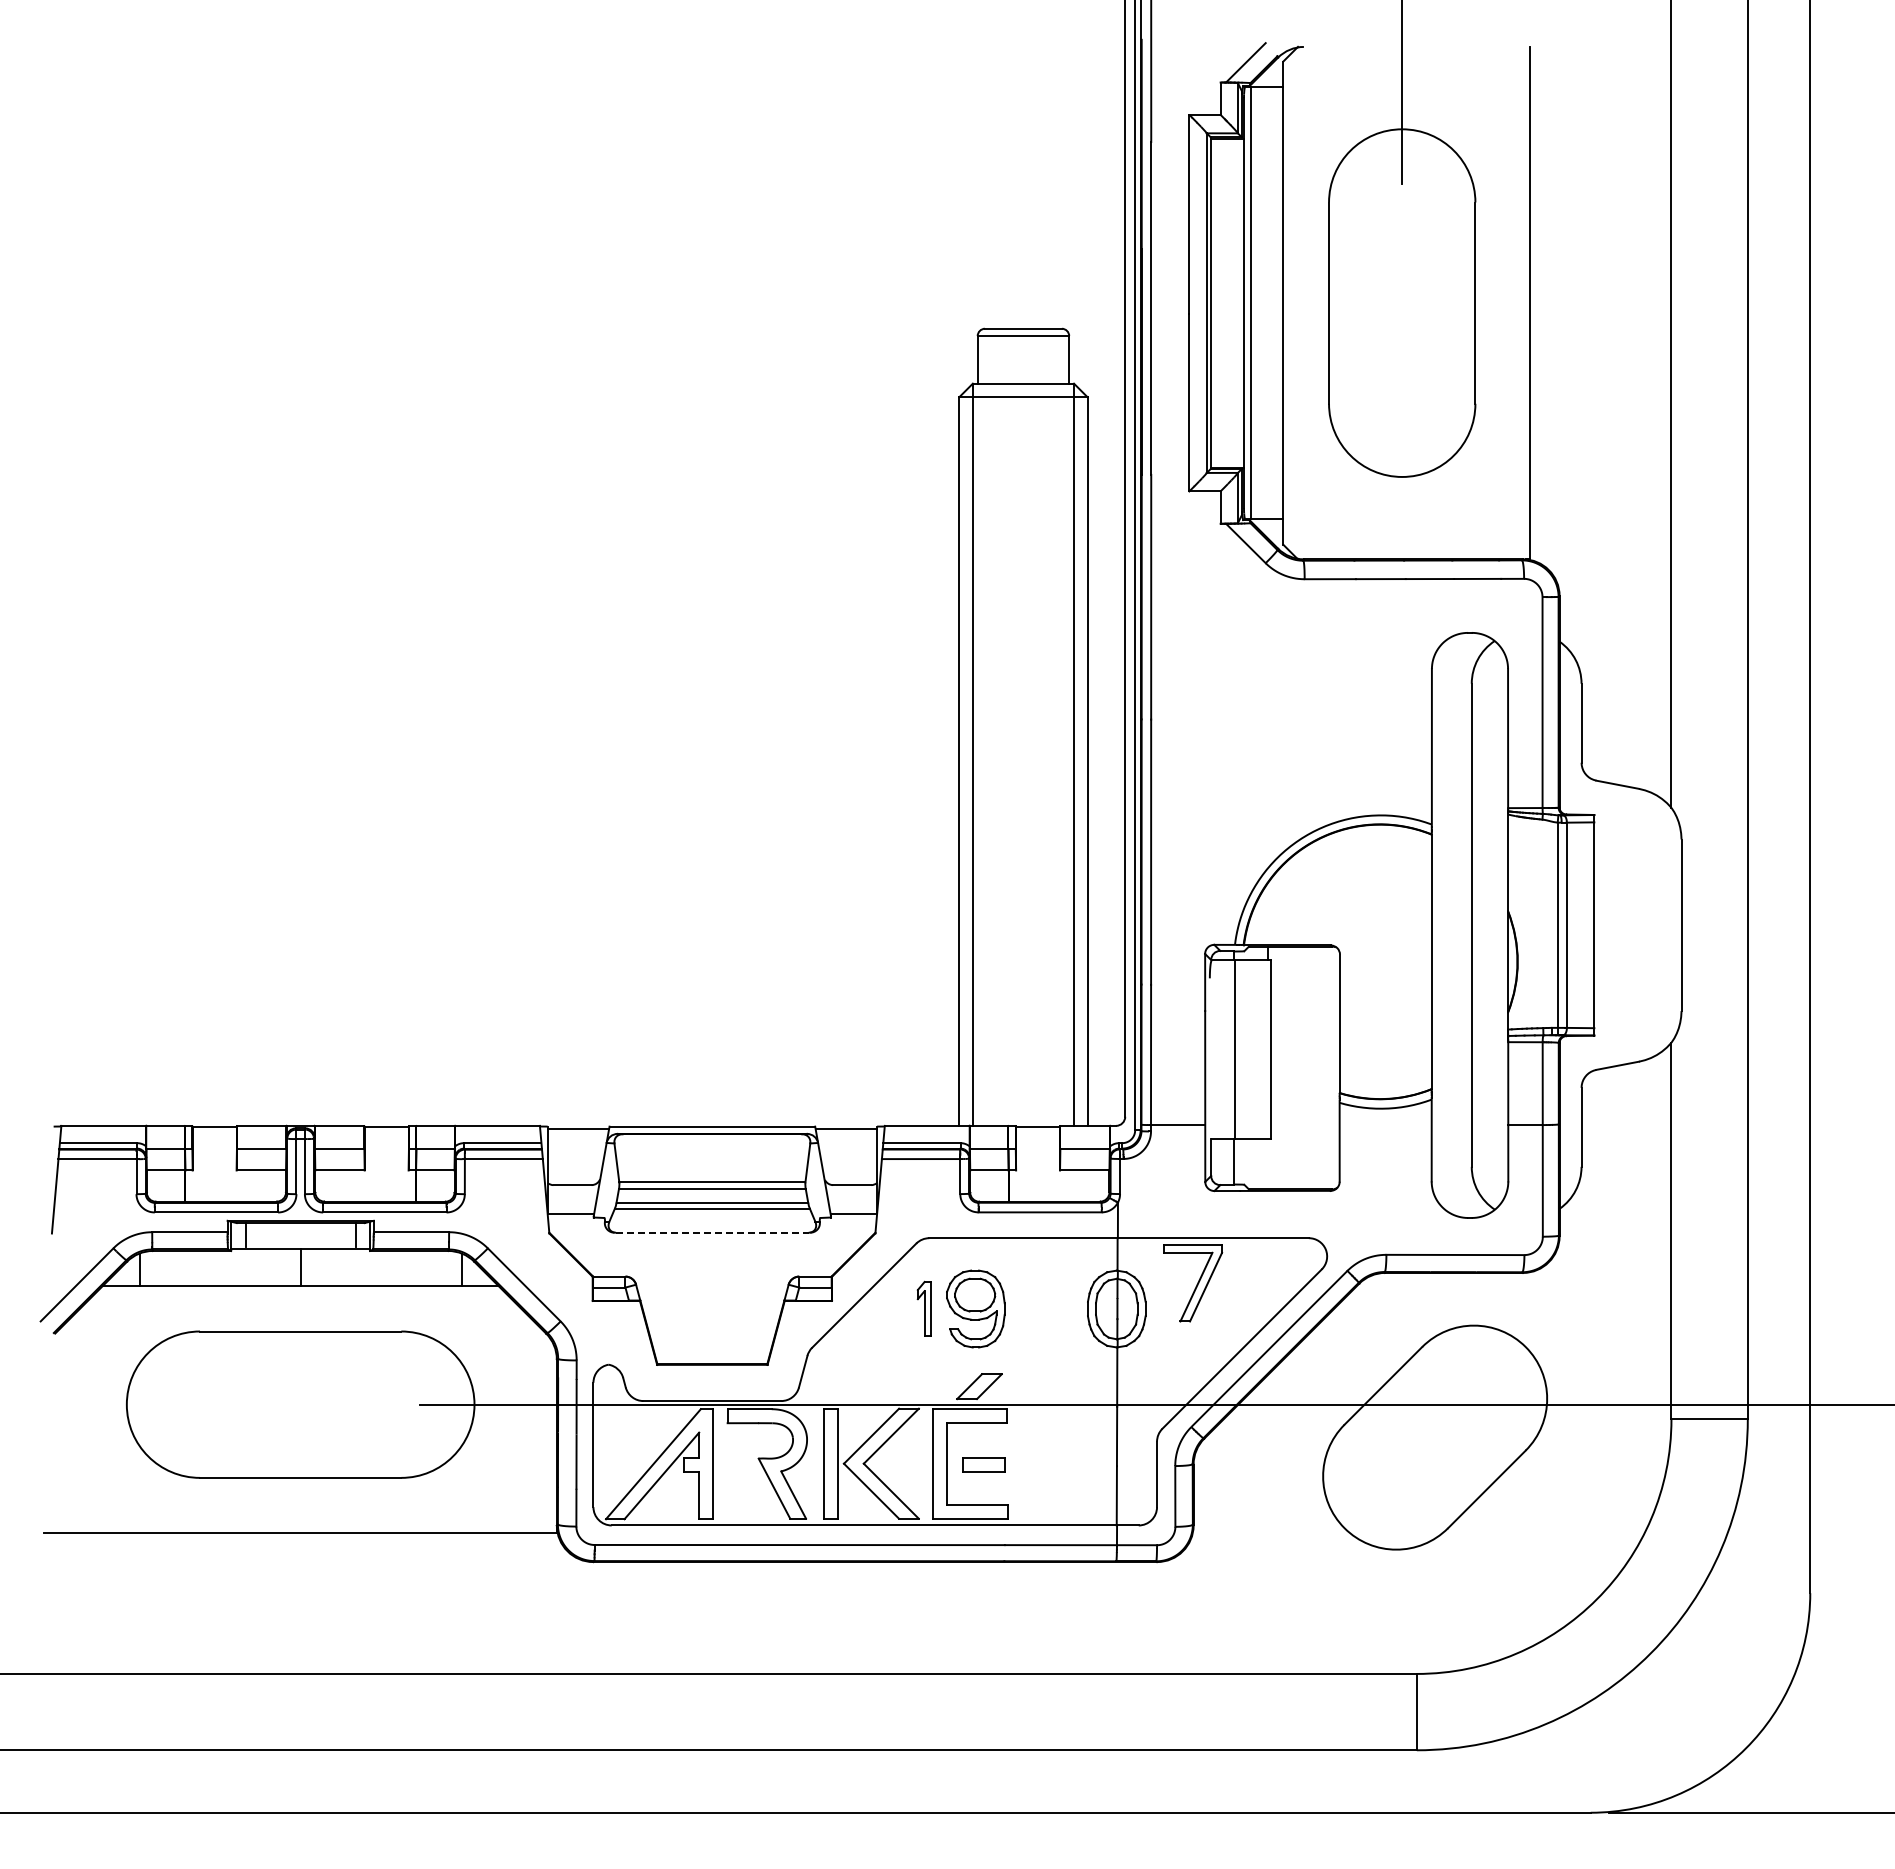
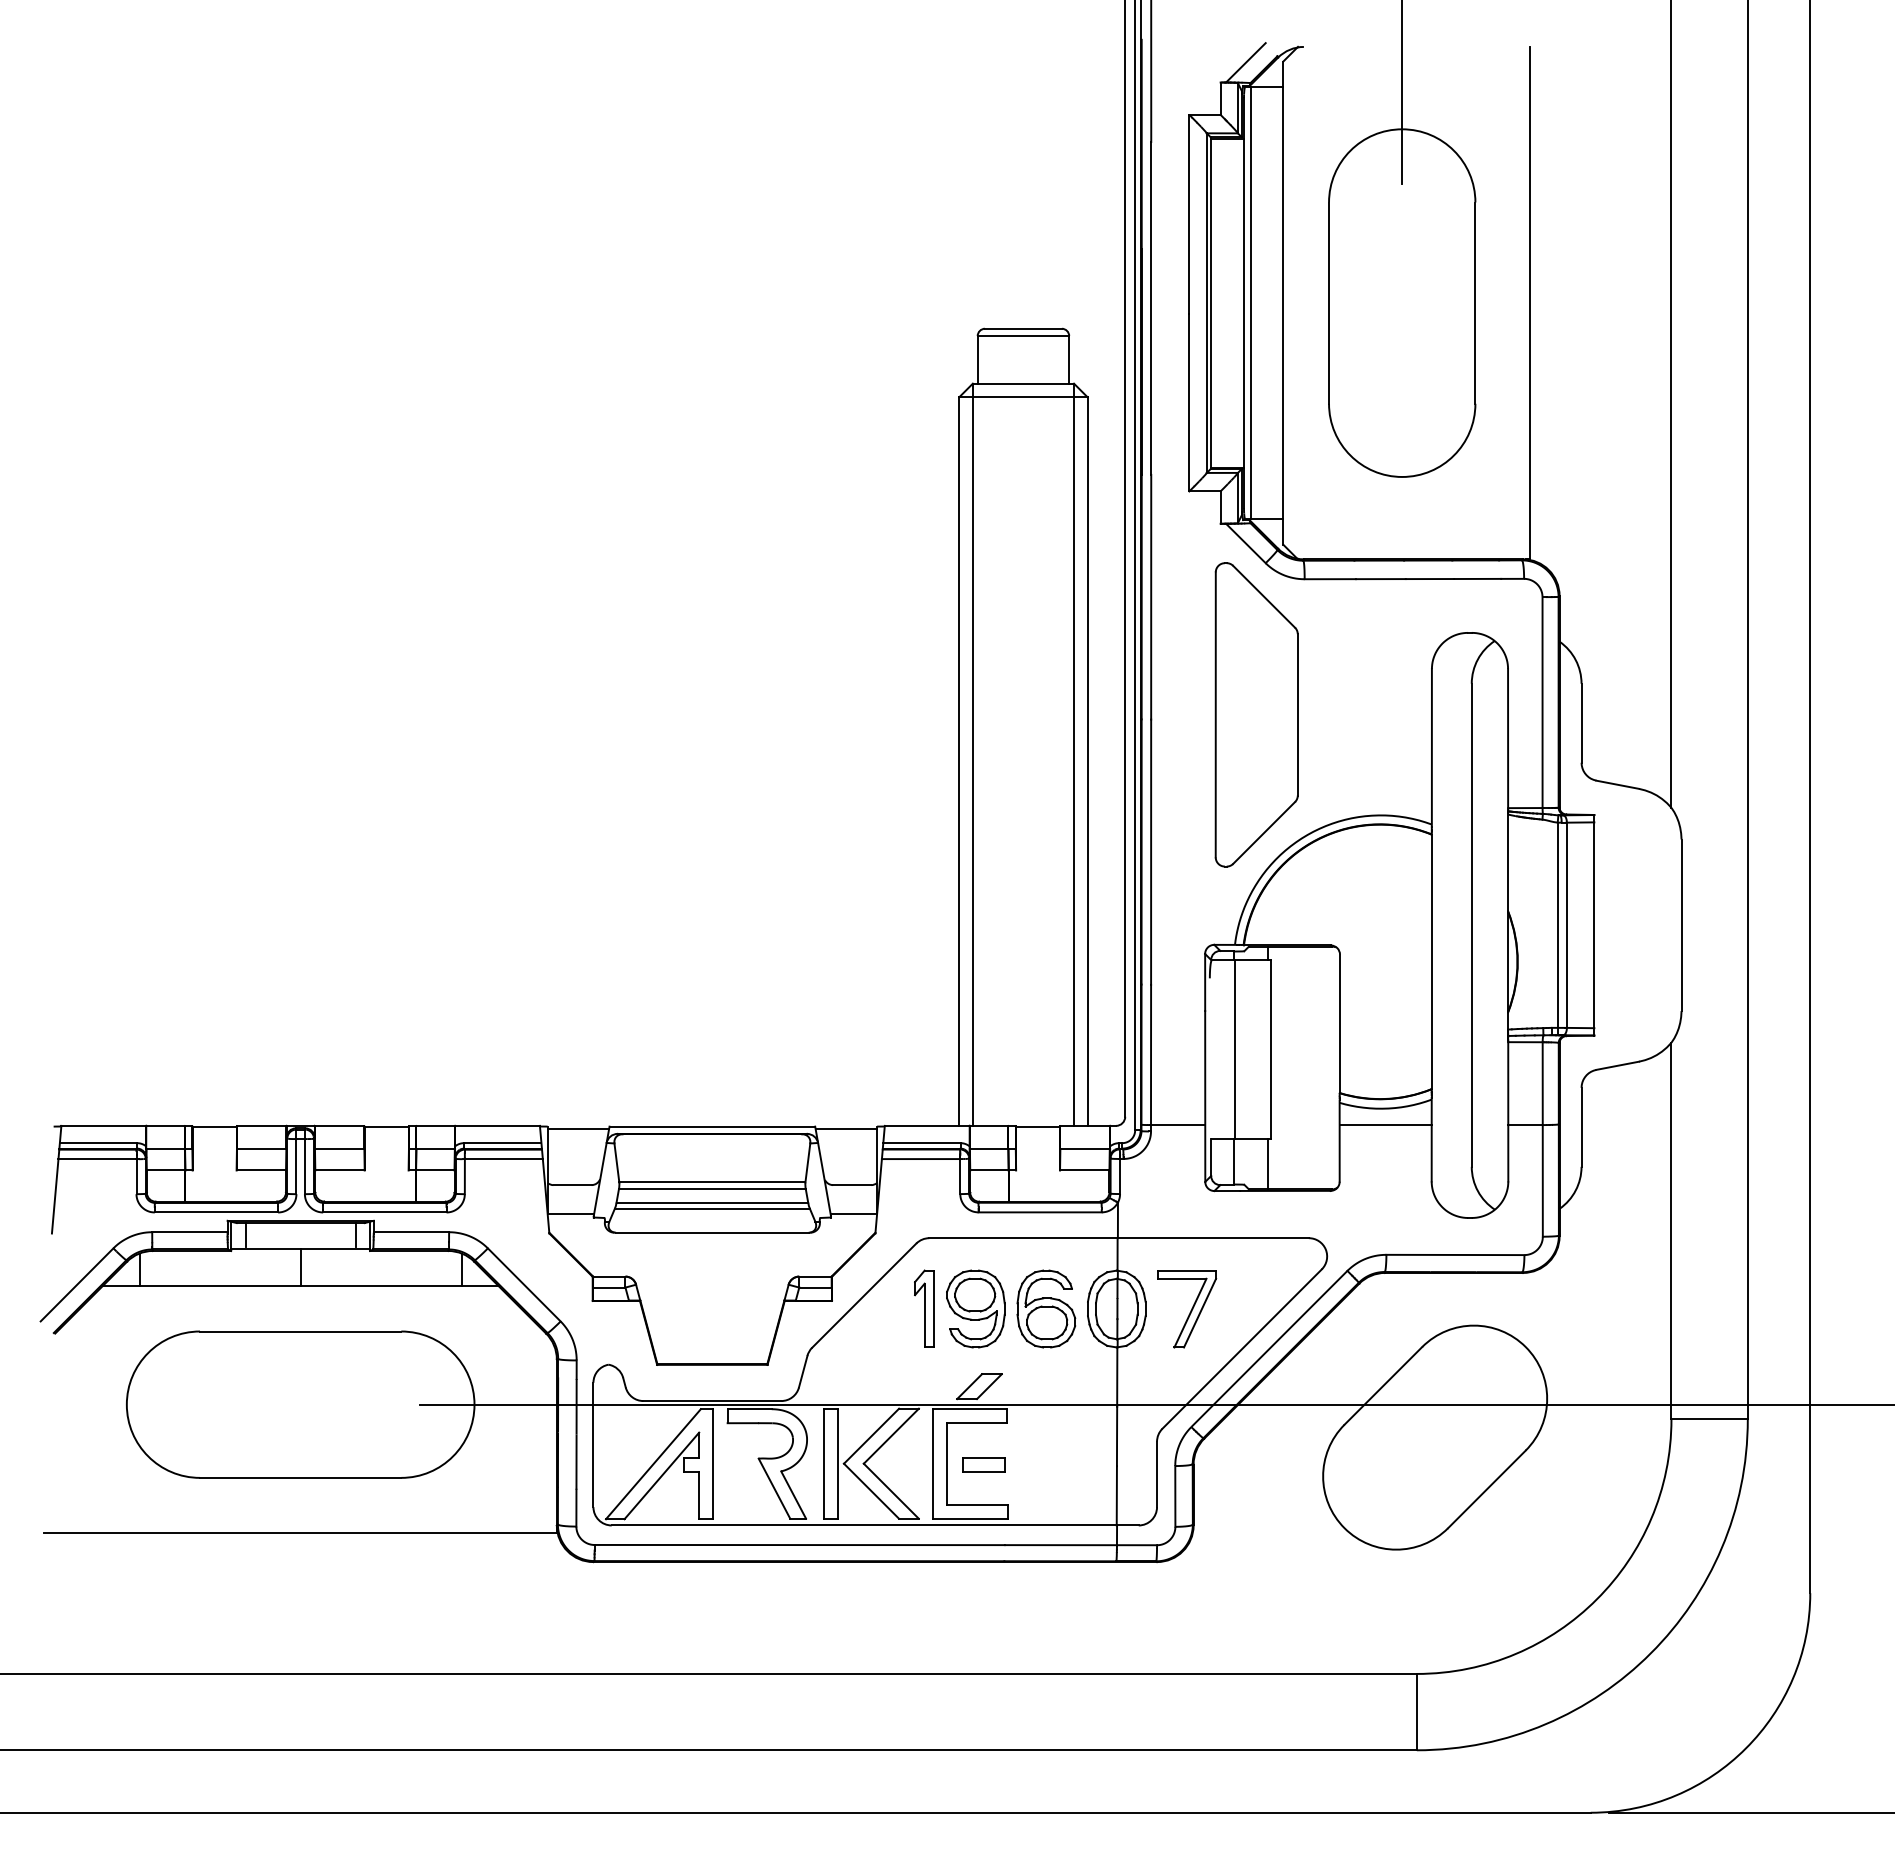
part at (1256, 714): none -> present
line at (1385, 1125): none -> present
line at (1267, 1164): none -> present
line at (712, 1232): dashed -> solid
part at (1193, 1283) position: (1193, 1283) -> (1187, 1309)
part at (923, 1308) size: 16x57 px -> 21x79 px
part at (1046, 1308): none -> present
